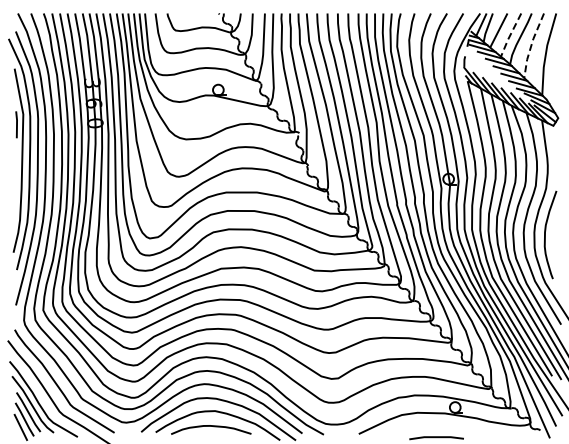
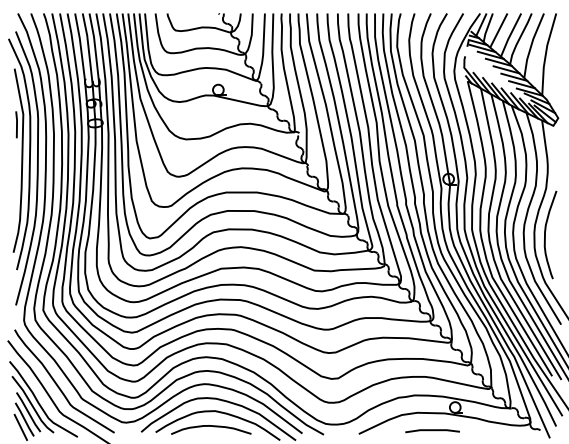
line at (510, 35): dashed -> solid
line at (531, 45): dashed -> solid
line at (436, 438) position: (436, 438) -> (432, 431)
